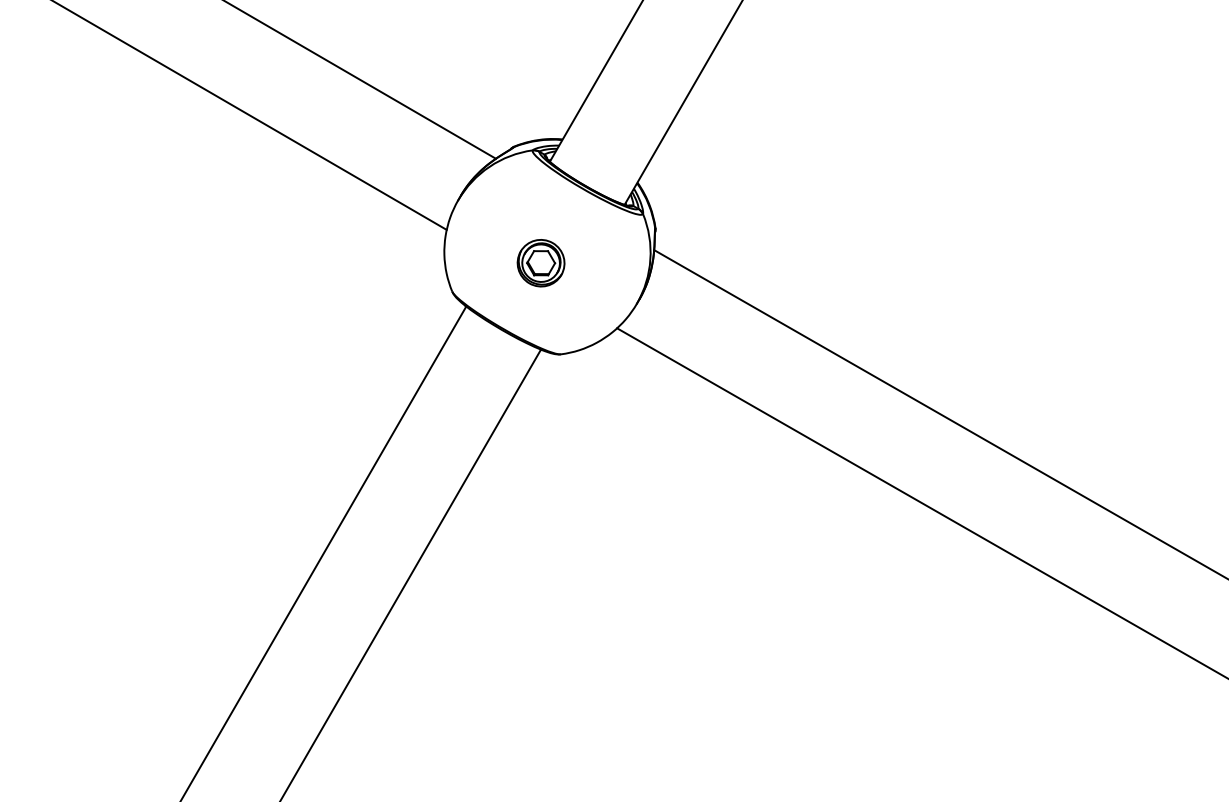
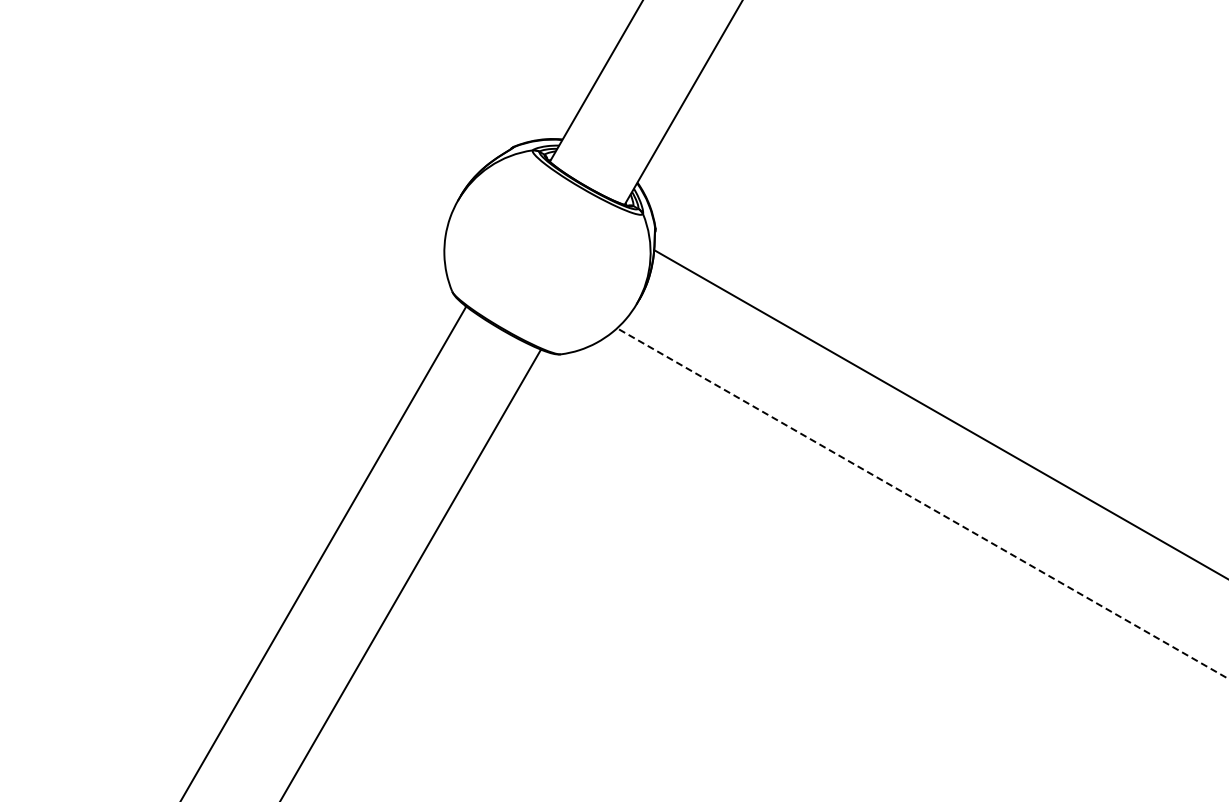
line at (360, 80): present -> none
line at (250, 115): present -> none
part at (540, 263): present -> none
line at (922, 503): solid -> dashed
